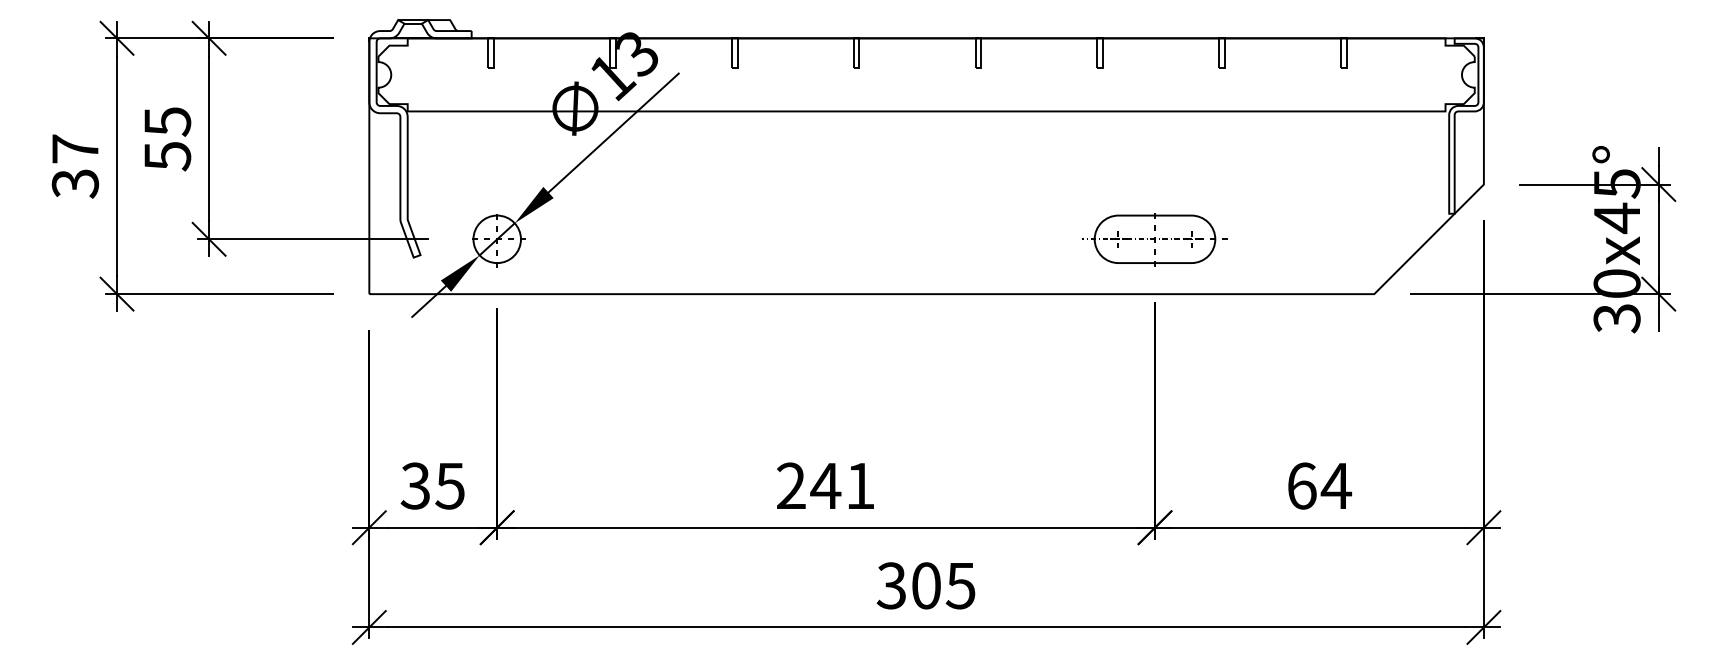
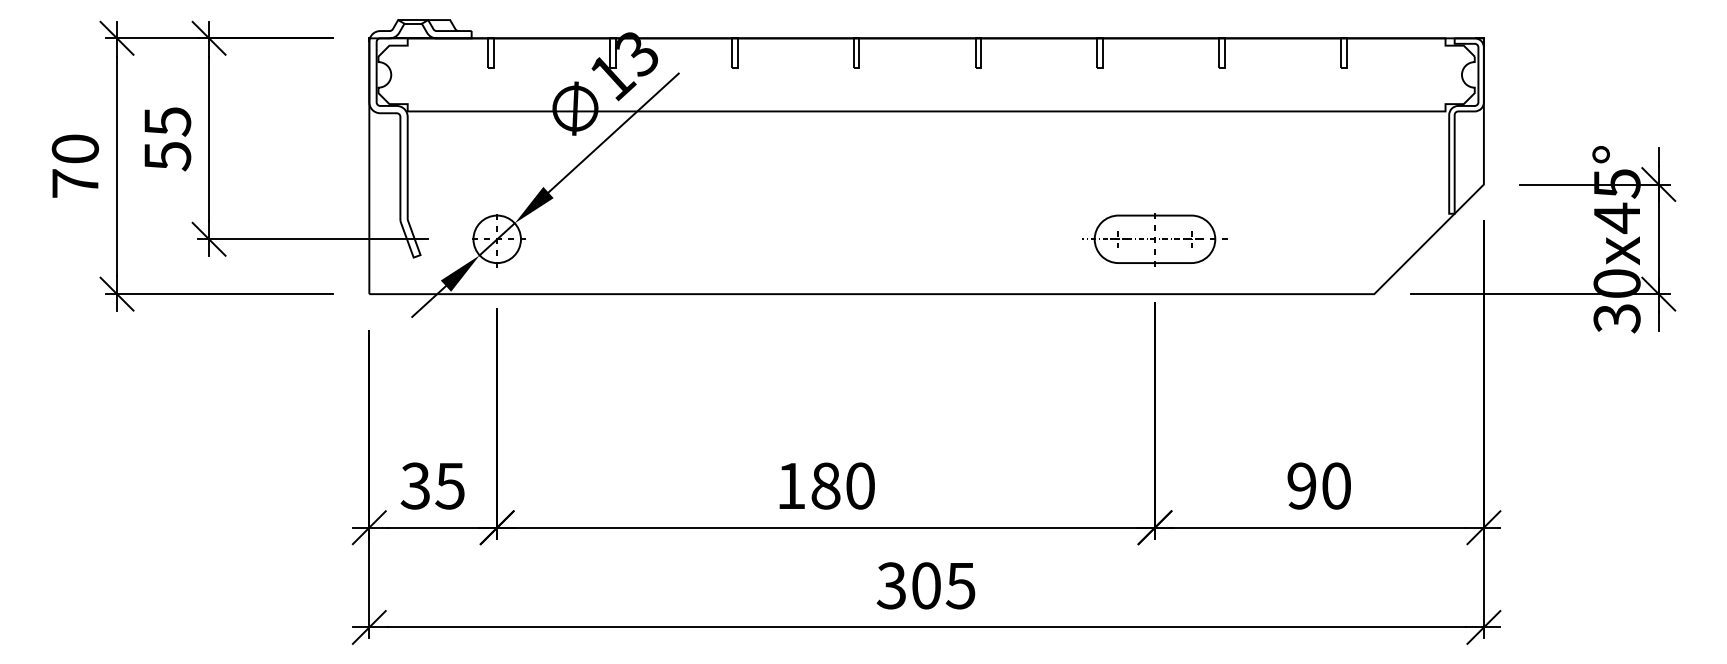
text at (75, 166): 37 -> 70
text at (825, 485): 241 -> 180
text at (1319, 485): 64 -> 90
